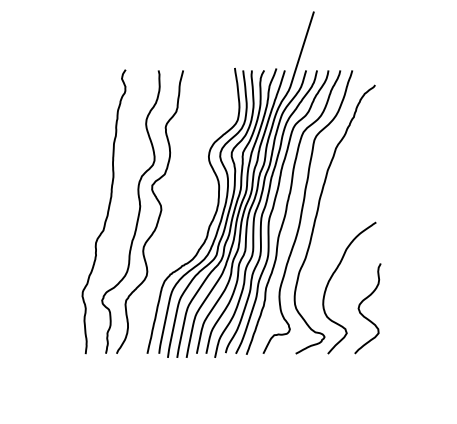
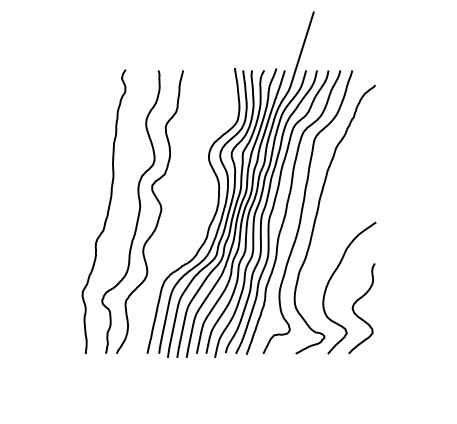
curve at (362, 313) position: (362, 313) -> (356, 313)
